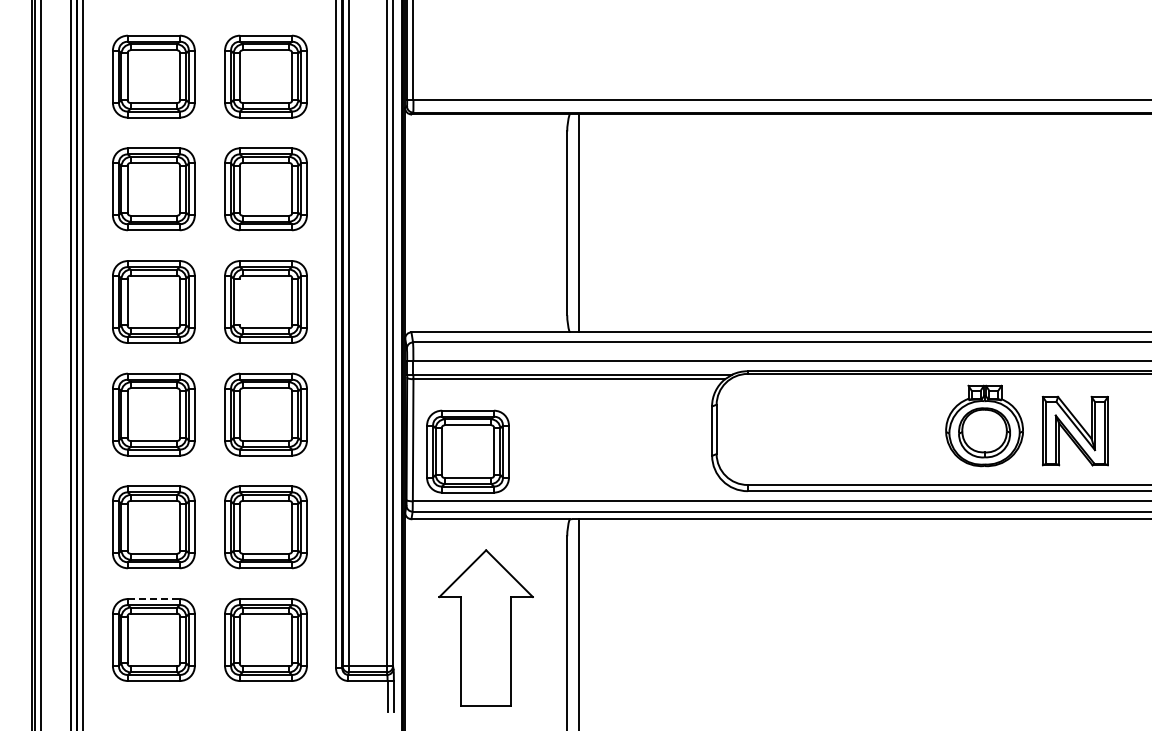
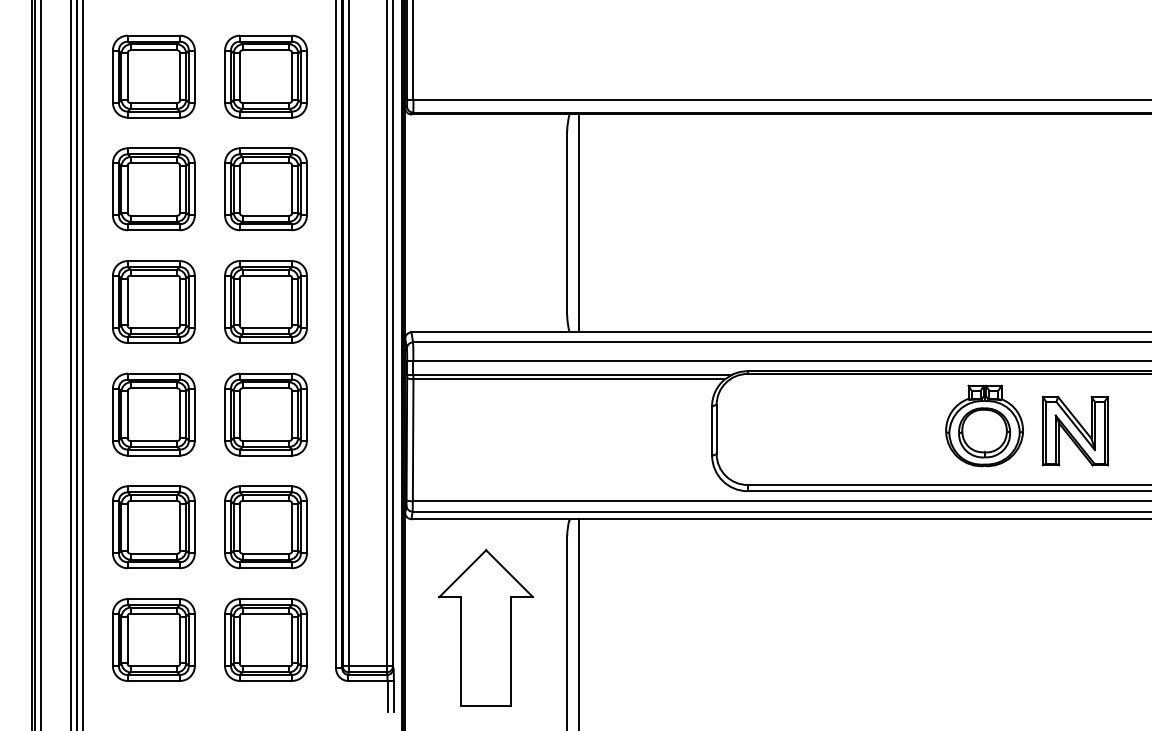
line at (239, 301): none -> present
part at (467, 451): present -> none
line at (153, 599): dashed -> solid
